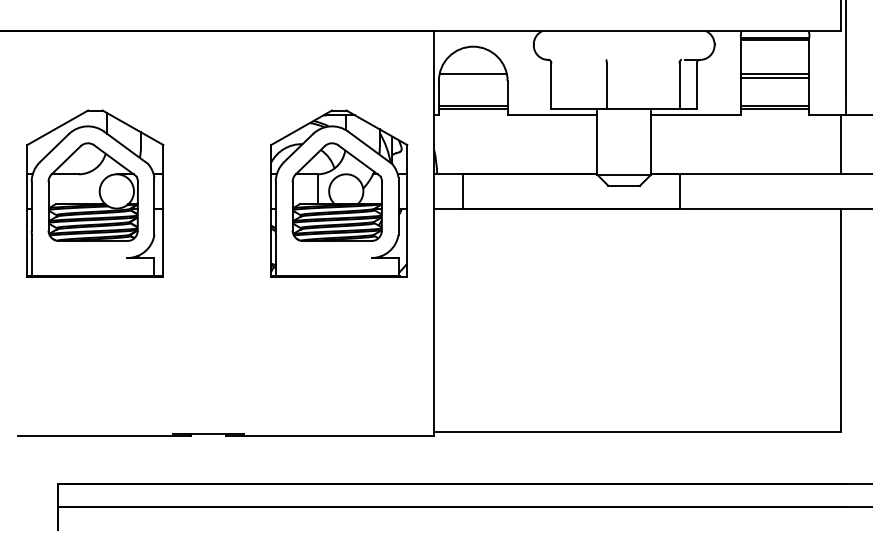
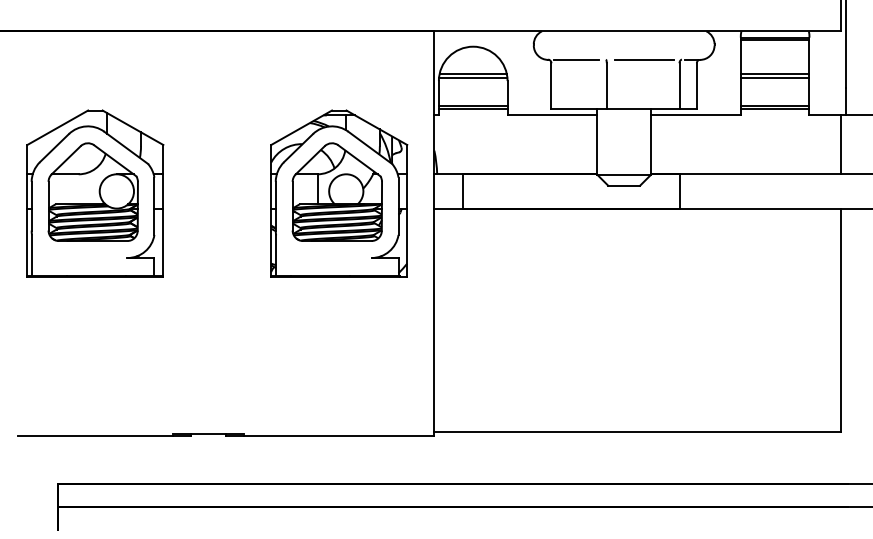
line at (576, 59): none -> present
line at (643, 59): none -> present
line at (473, 77): none -> present
